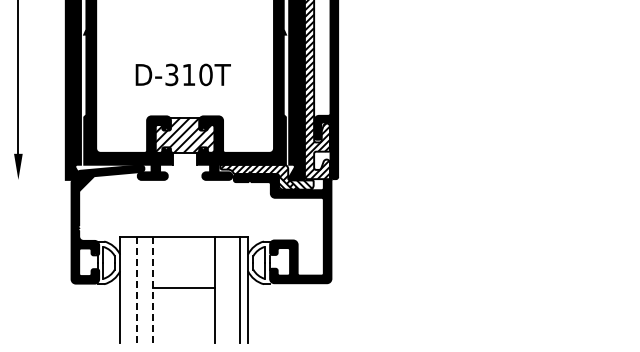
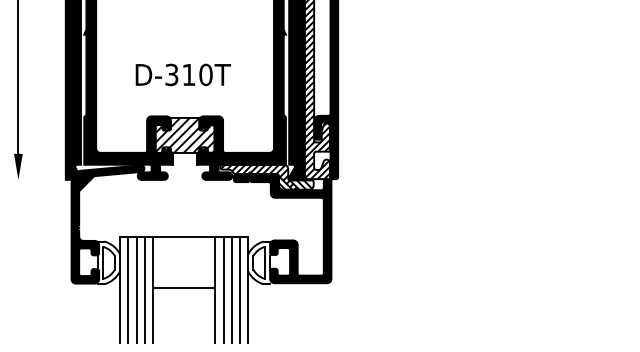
line at (128, 289): none -> present
line at (144, 289): none -> present
line at (223, 289): none -> present
line at (231, 289): none -> present
line at (136, 290): dashed -> solid
line at (152, 290): dashed -> solid
